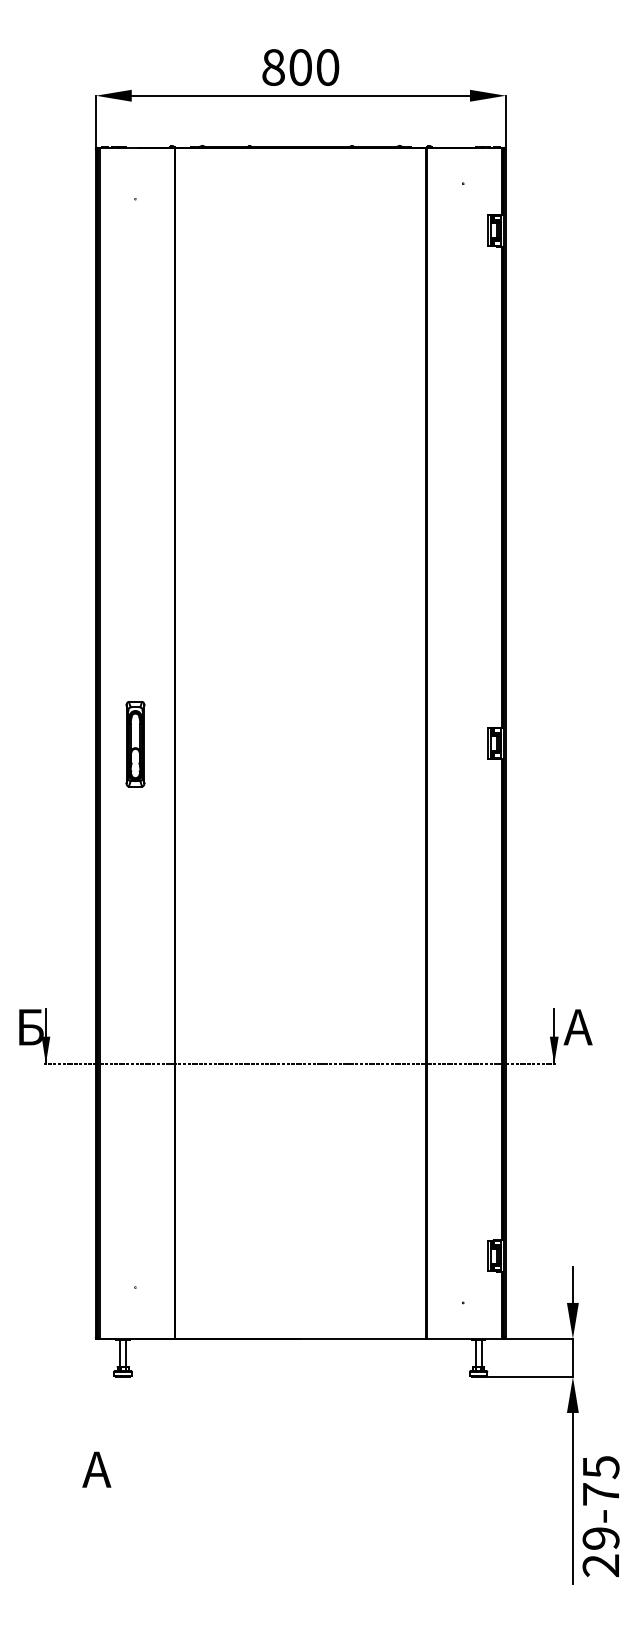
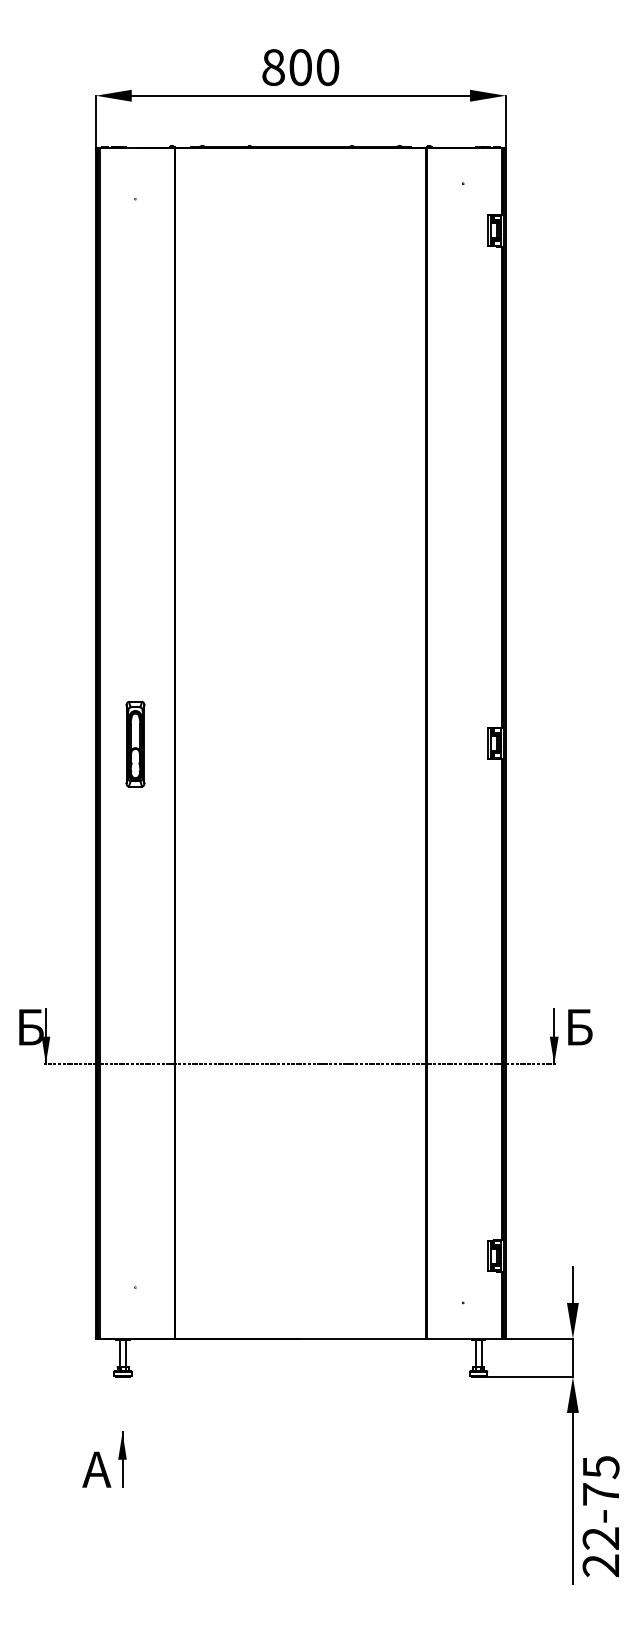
text at (577, 1027): А -> Б
part at (122, 1459): none -> present
text at (601, 1538): 29-75 -> 22-75
